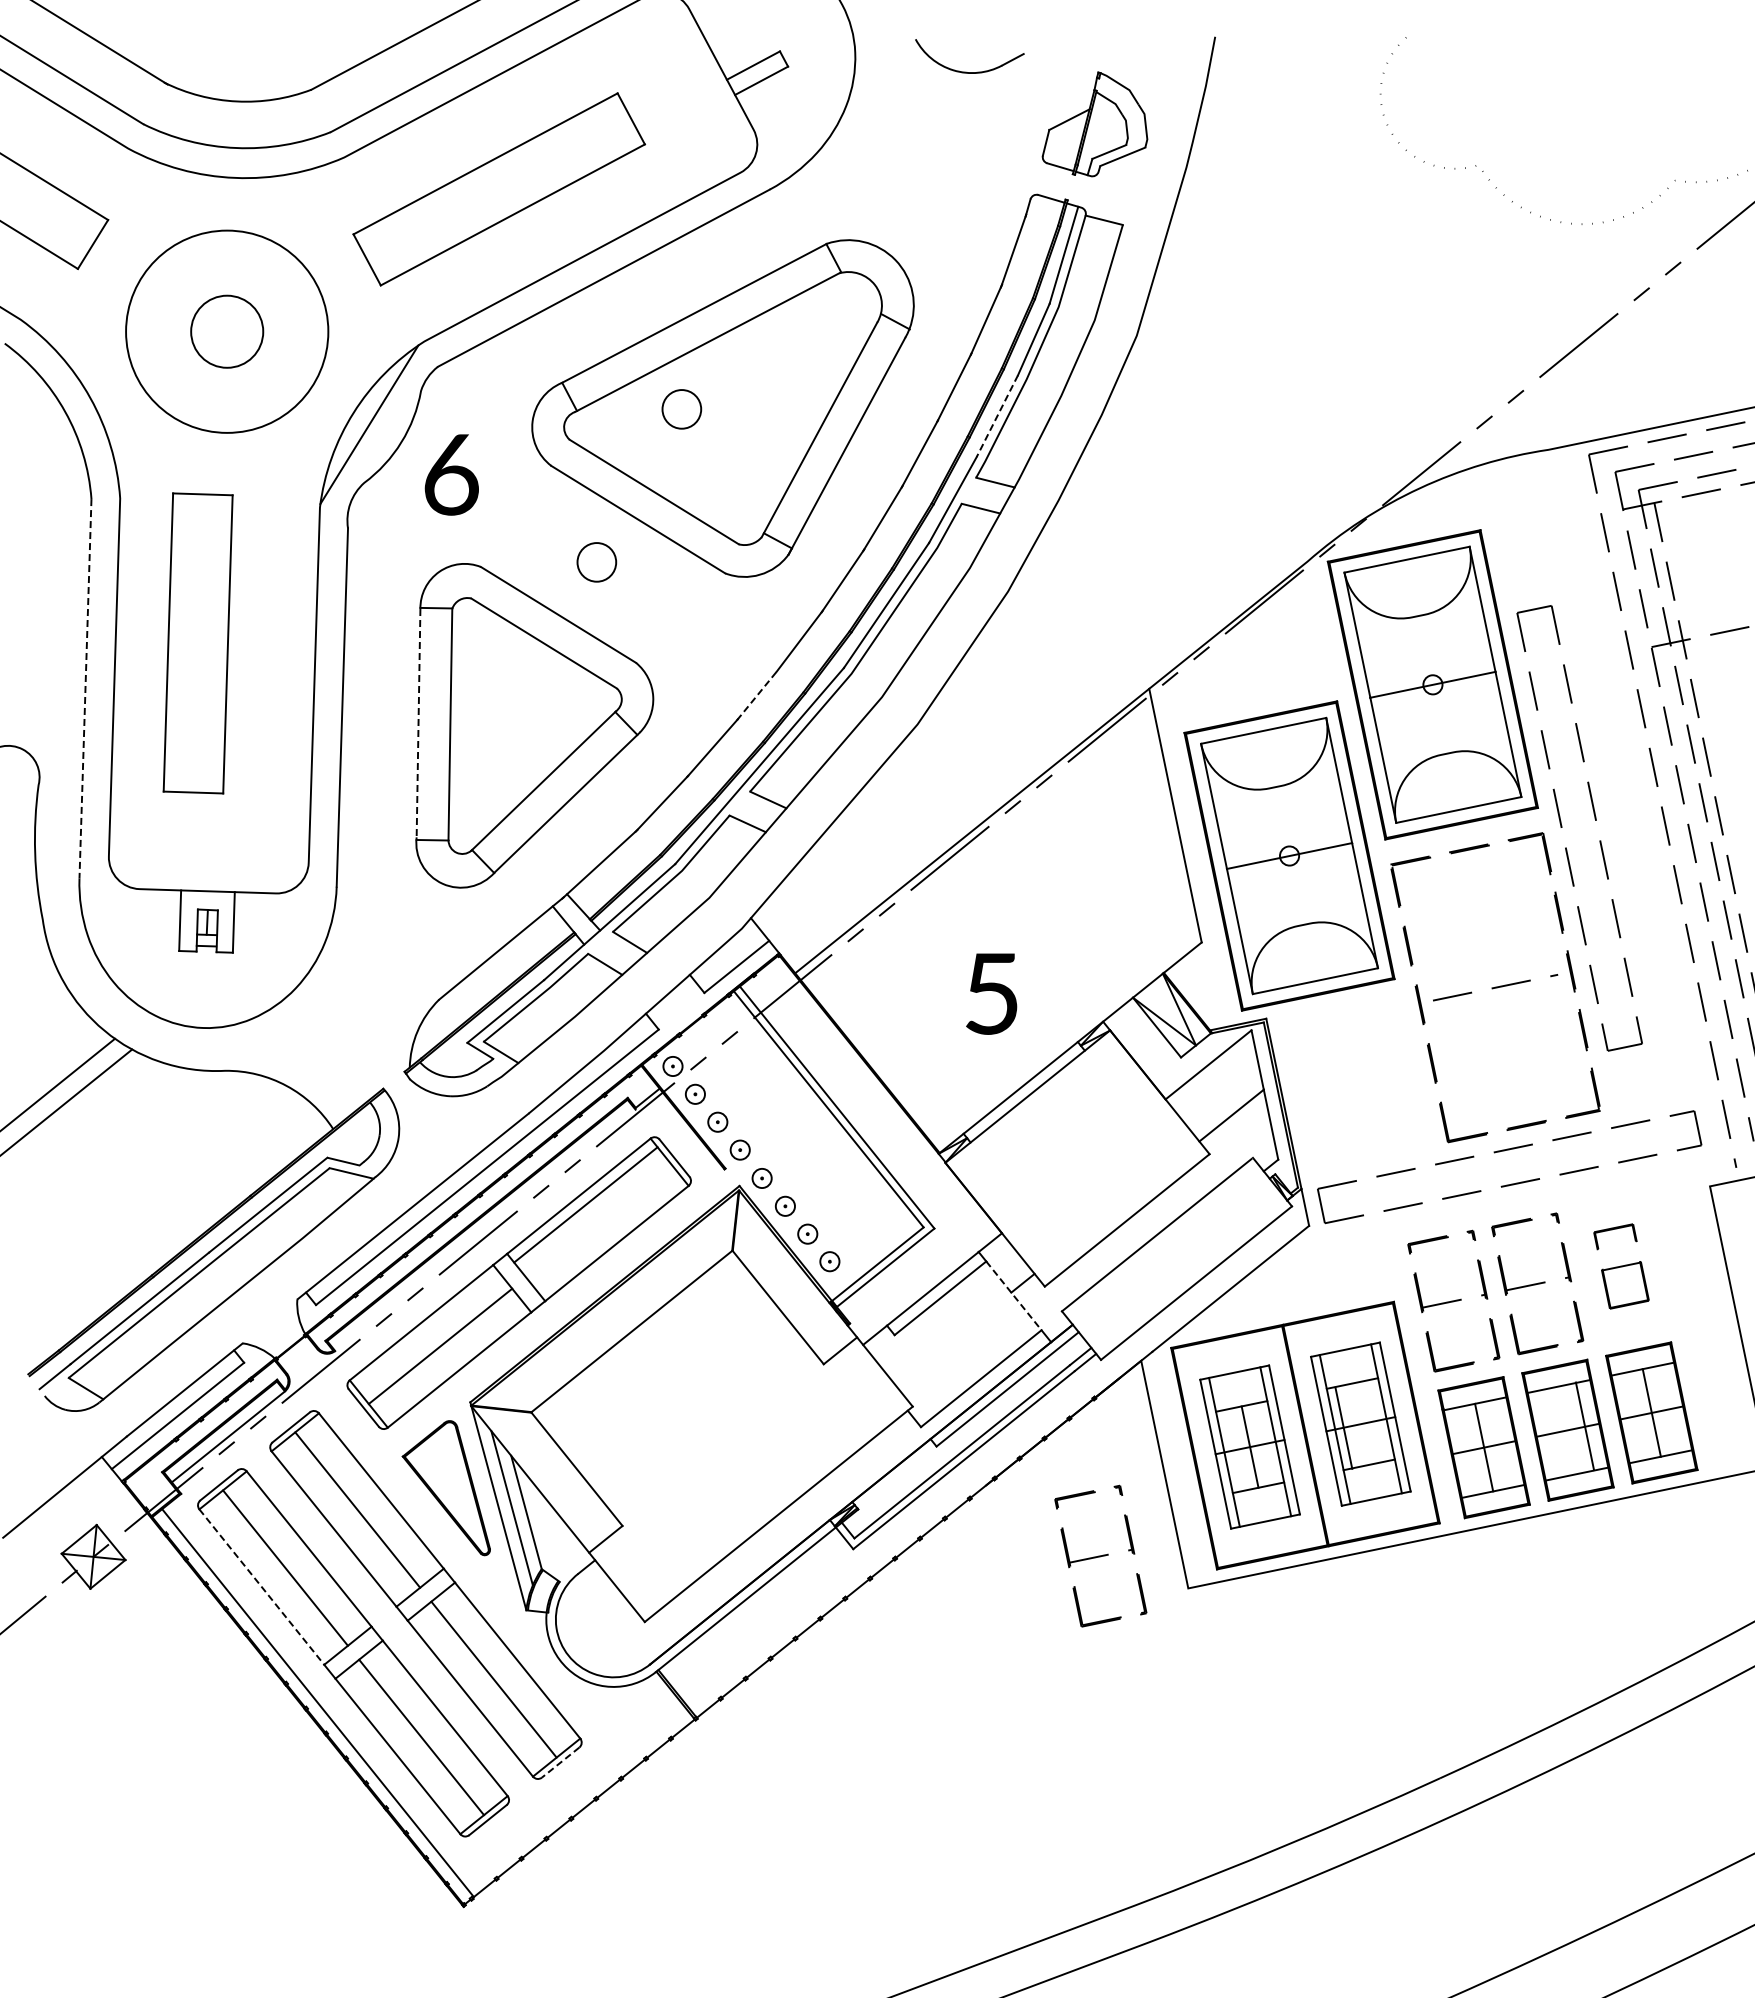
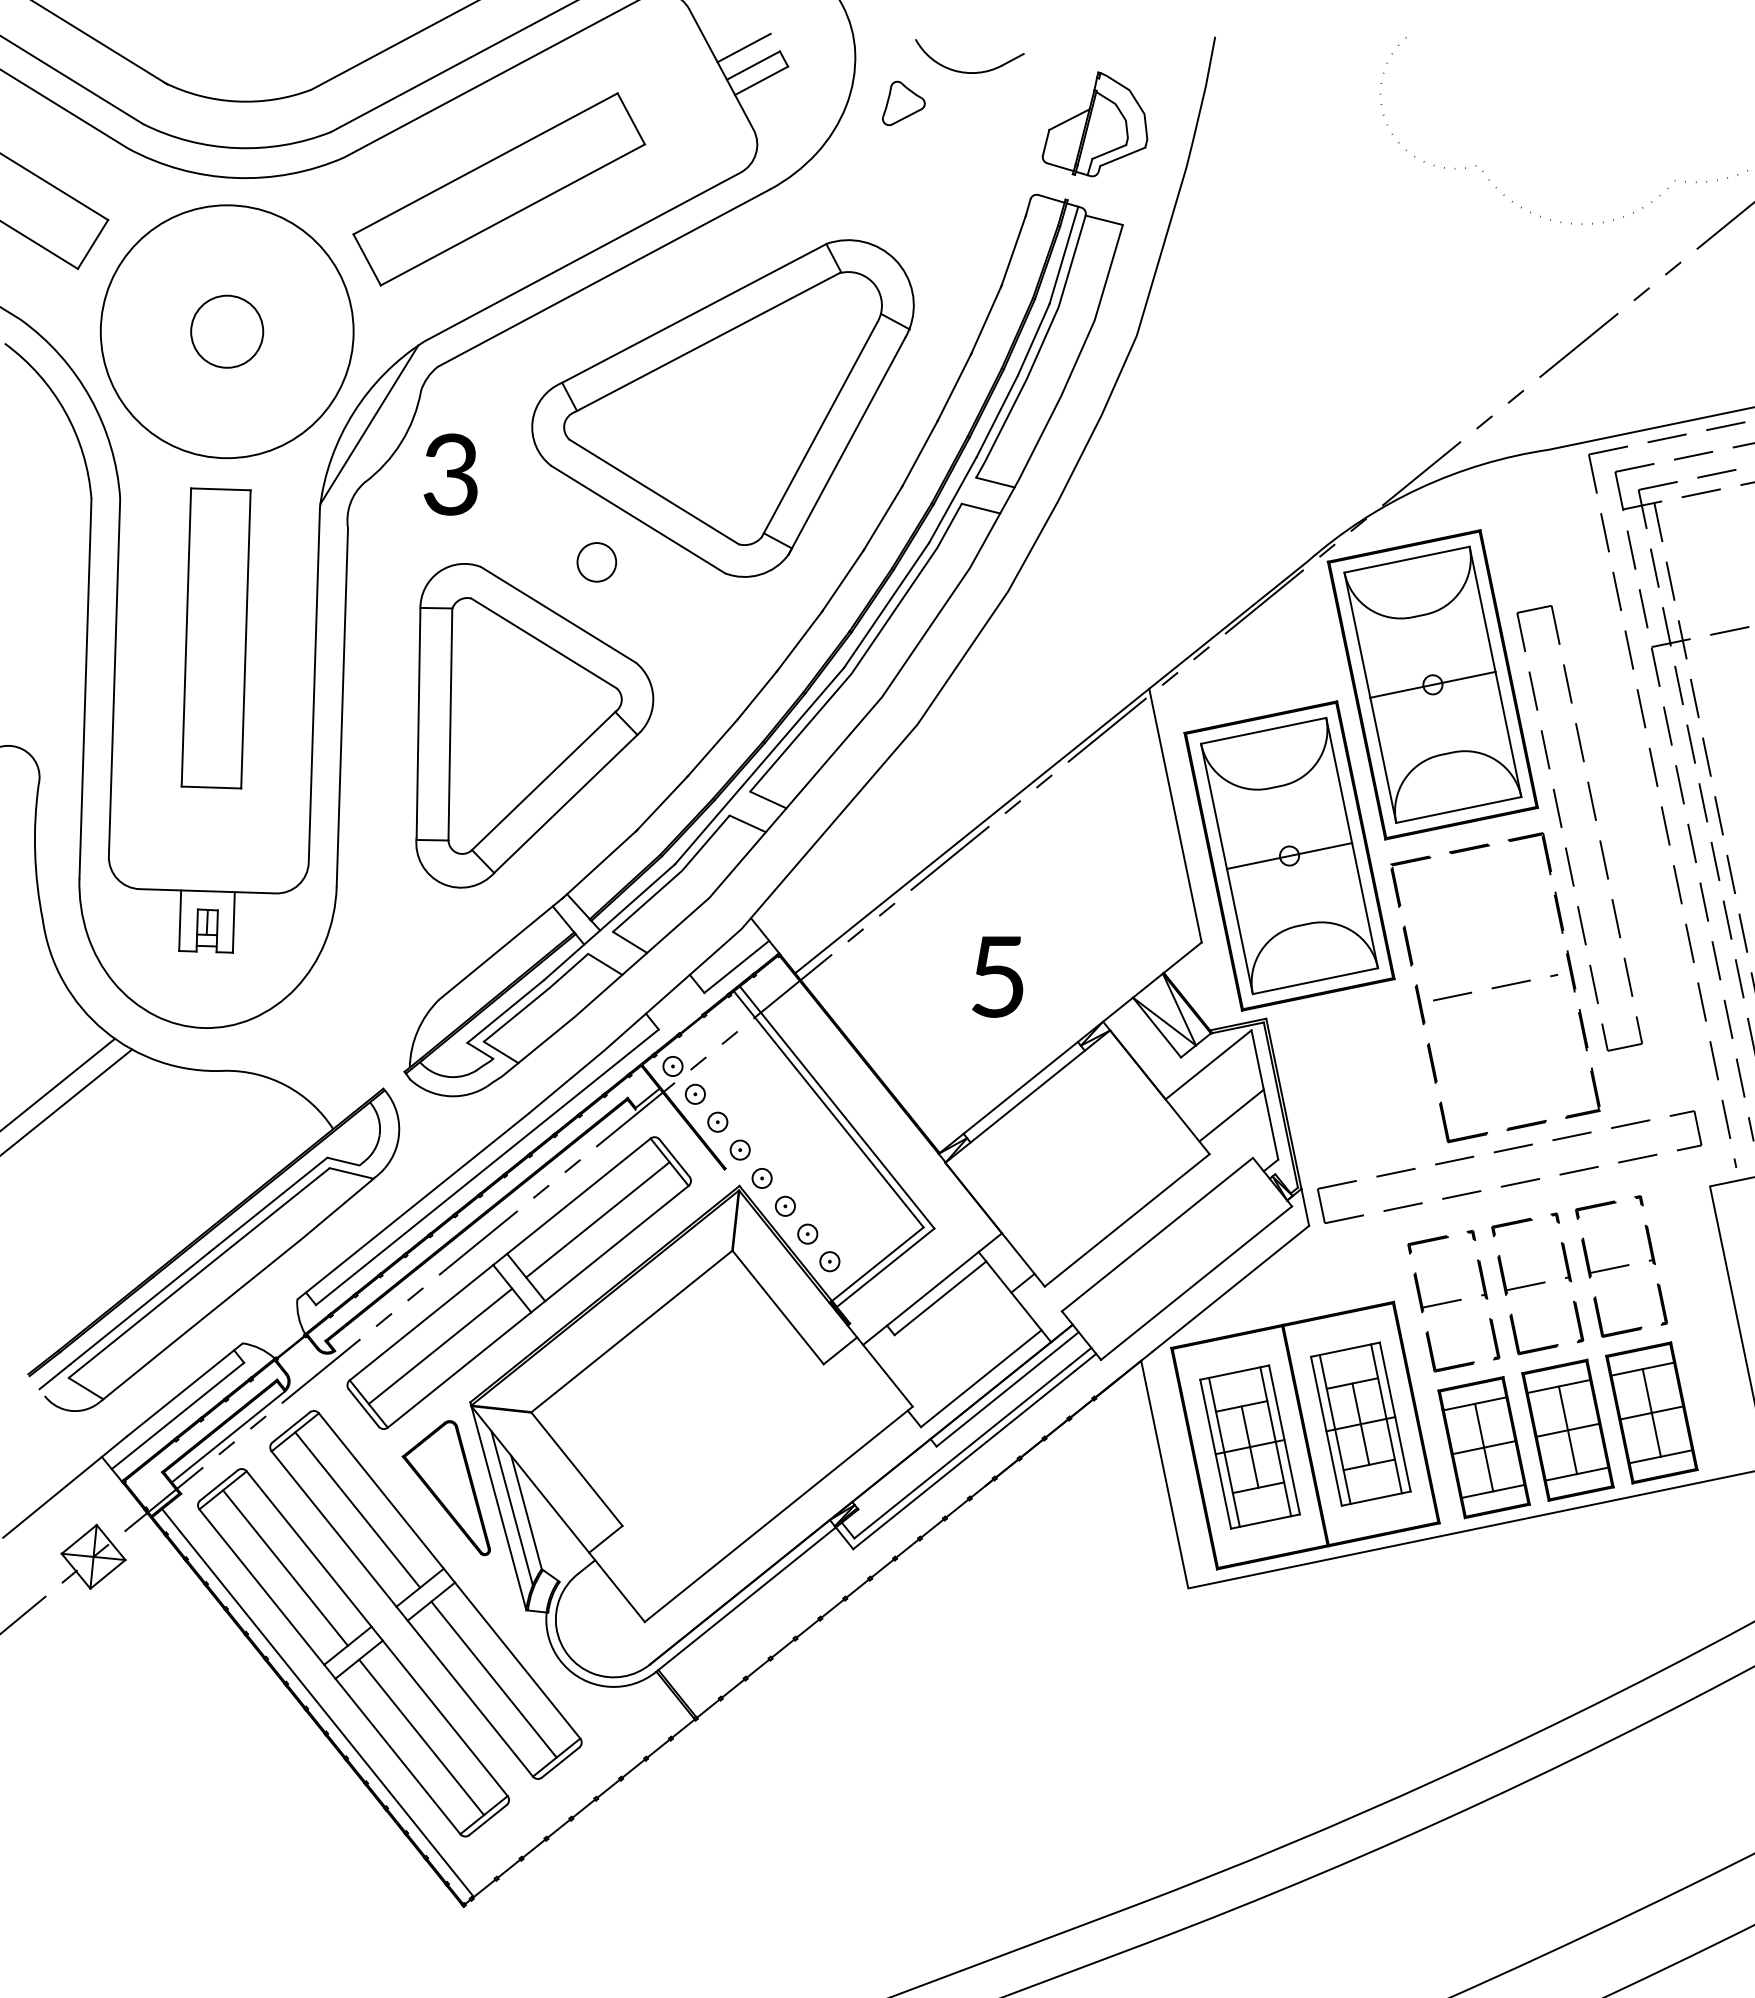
line at (743, 47): none -> present
part at (903, 103): none -> present
circle at (227, 331) diameter: 202 px -> 253 px
circle at (681, 409): present -> none
line at (997, 416): dashed -> solid
text at (450, 474): 6 -> 3
part at (197, 643) position: (197, 643) -> (215, 638)
line at (85, 688): dashed -> solid
line at (757, 695): dashed -> solid
line at (418, 723): dashed -> solid
text at (991, 993) position: (991, 993) -> (997, 976)
line at (585, 1204) position: (585, 1204) -> (597, 1219)
part at (1621, 1266) size: 57x87 px -> 93x143 px
line at (1014, 1296): dashed -> solid
line at (1584, 1426) position: (1584, 1426) -> (1567, 1430)
line at (1343, 1427) position: (1343, 1427) -> (1360, 1423)
part at (1100, 1555): present -> none
line at (261, 1587): dashed -> solid
line at (560, 1762): dashed -> solid
